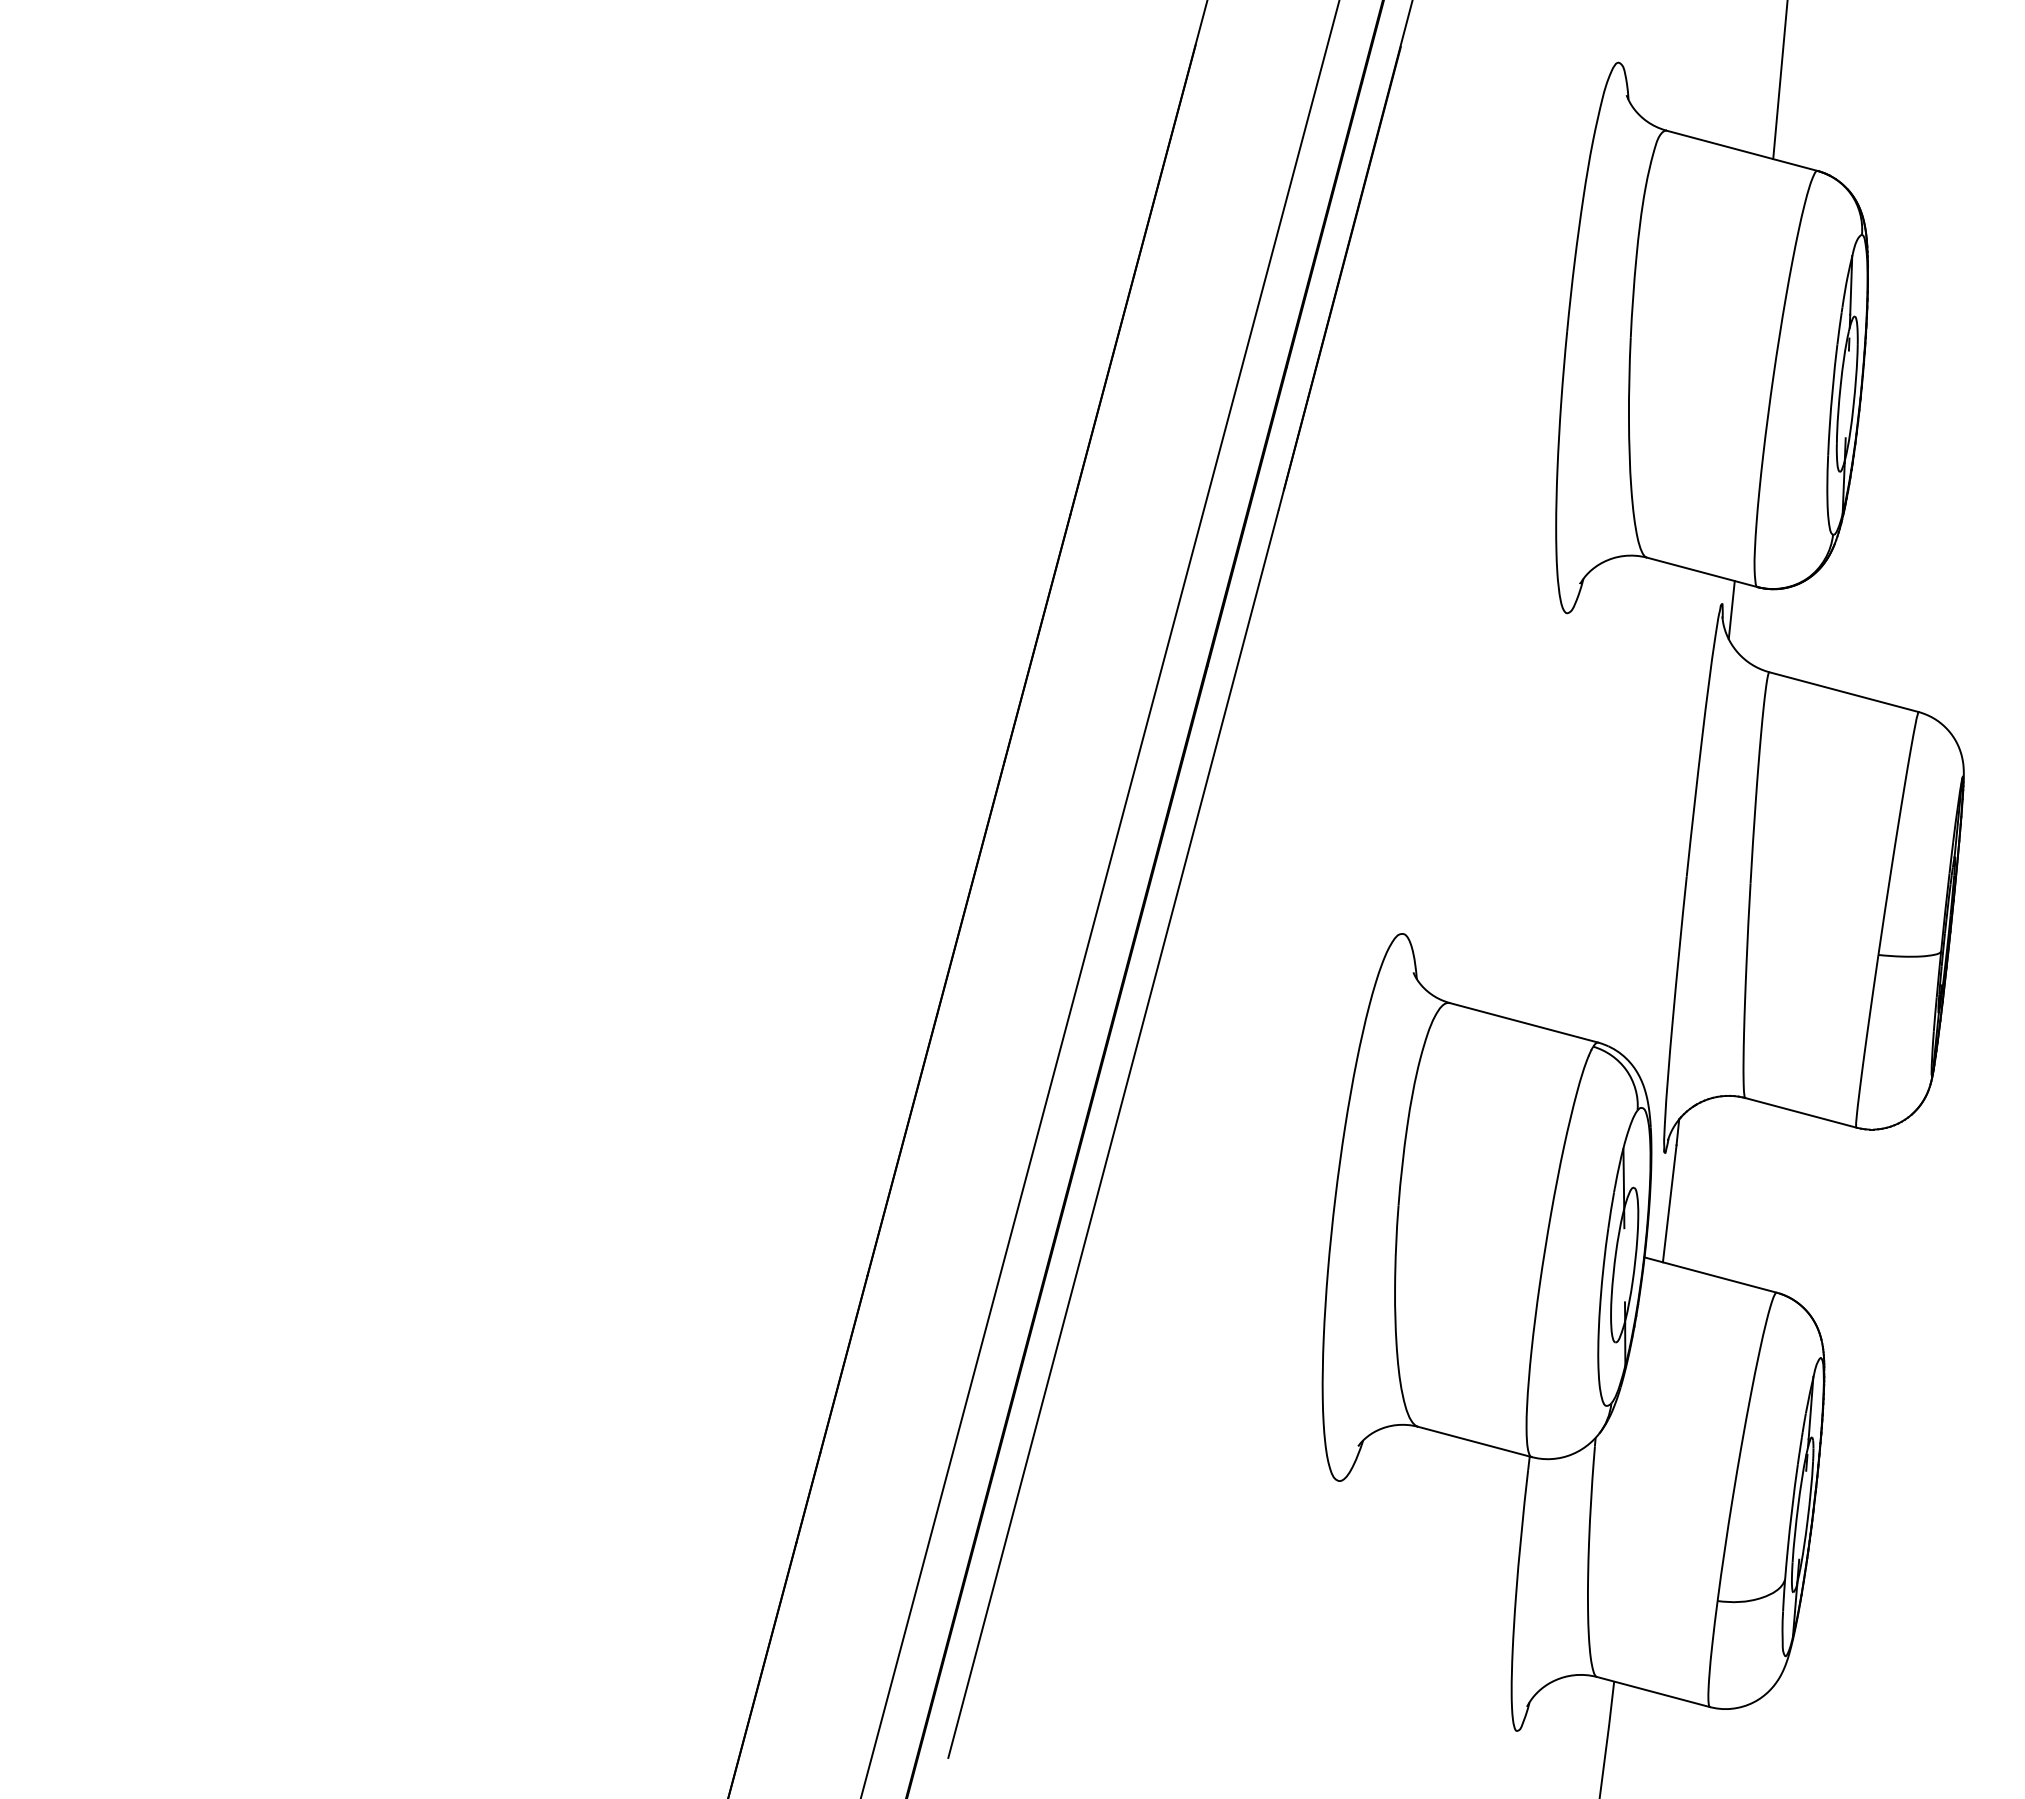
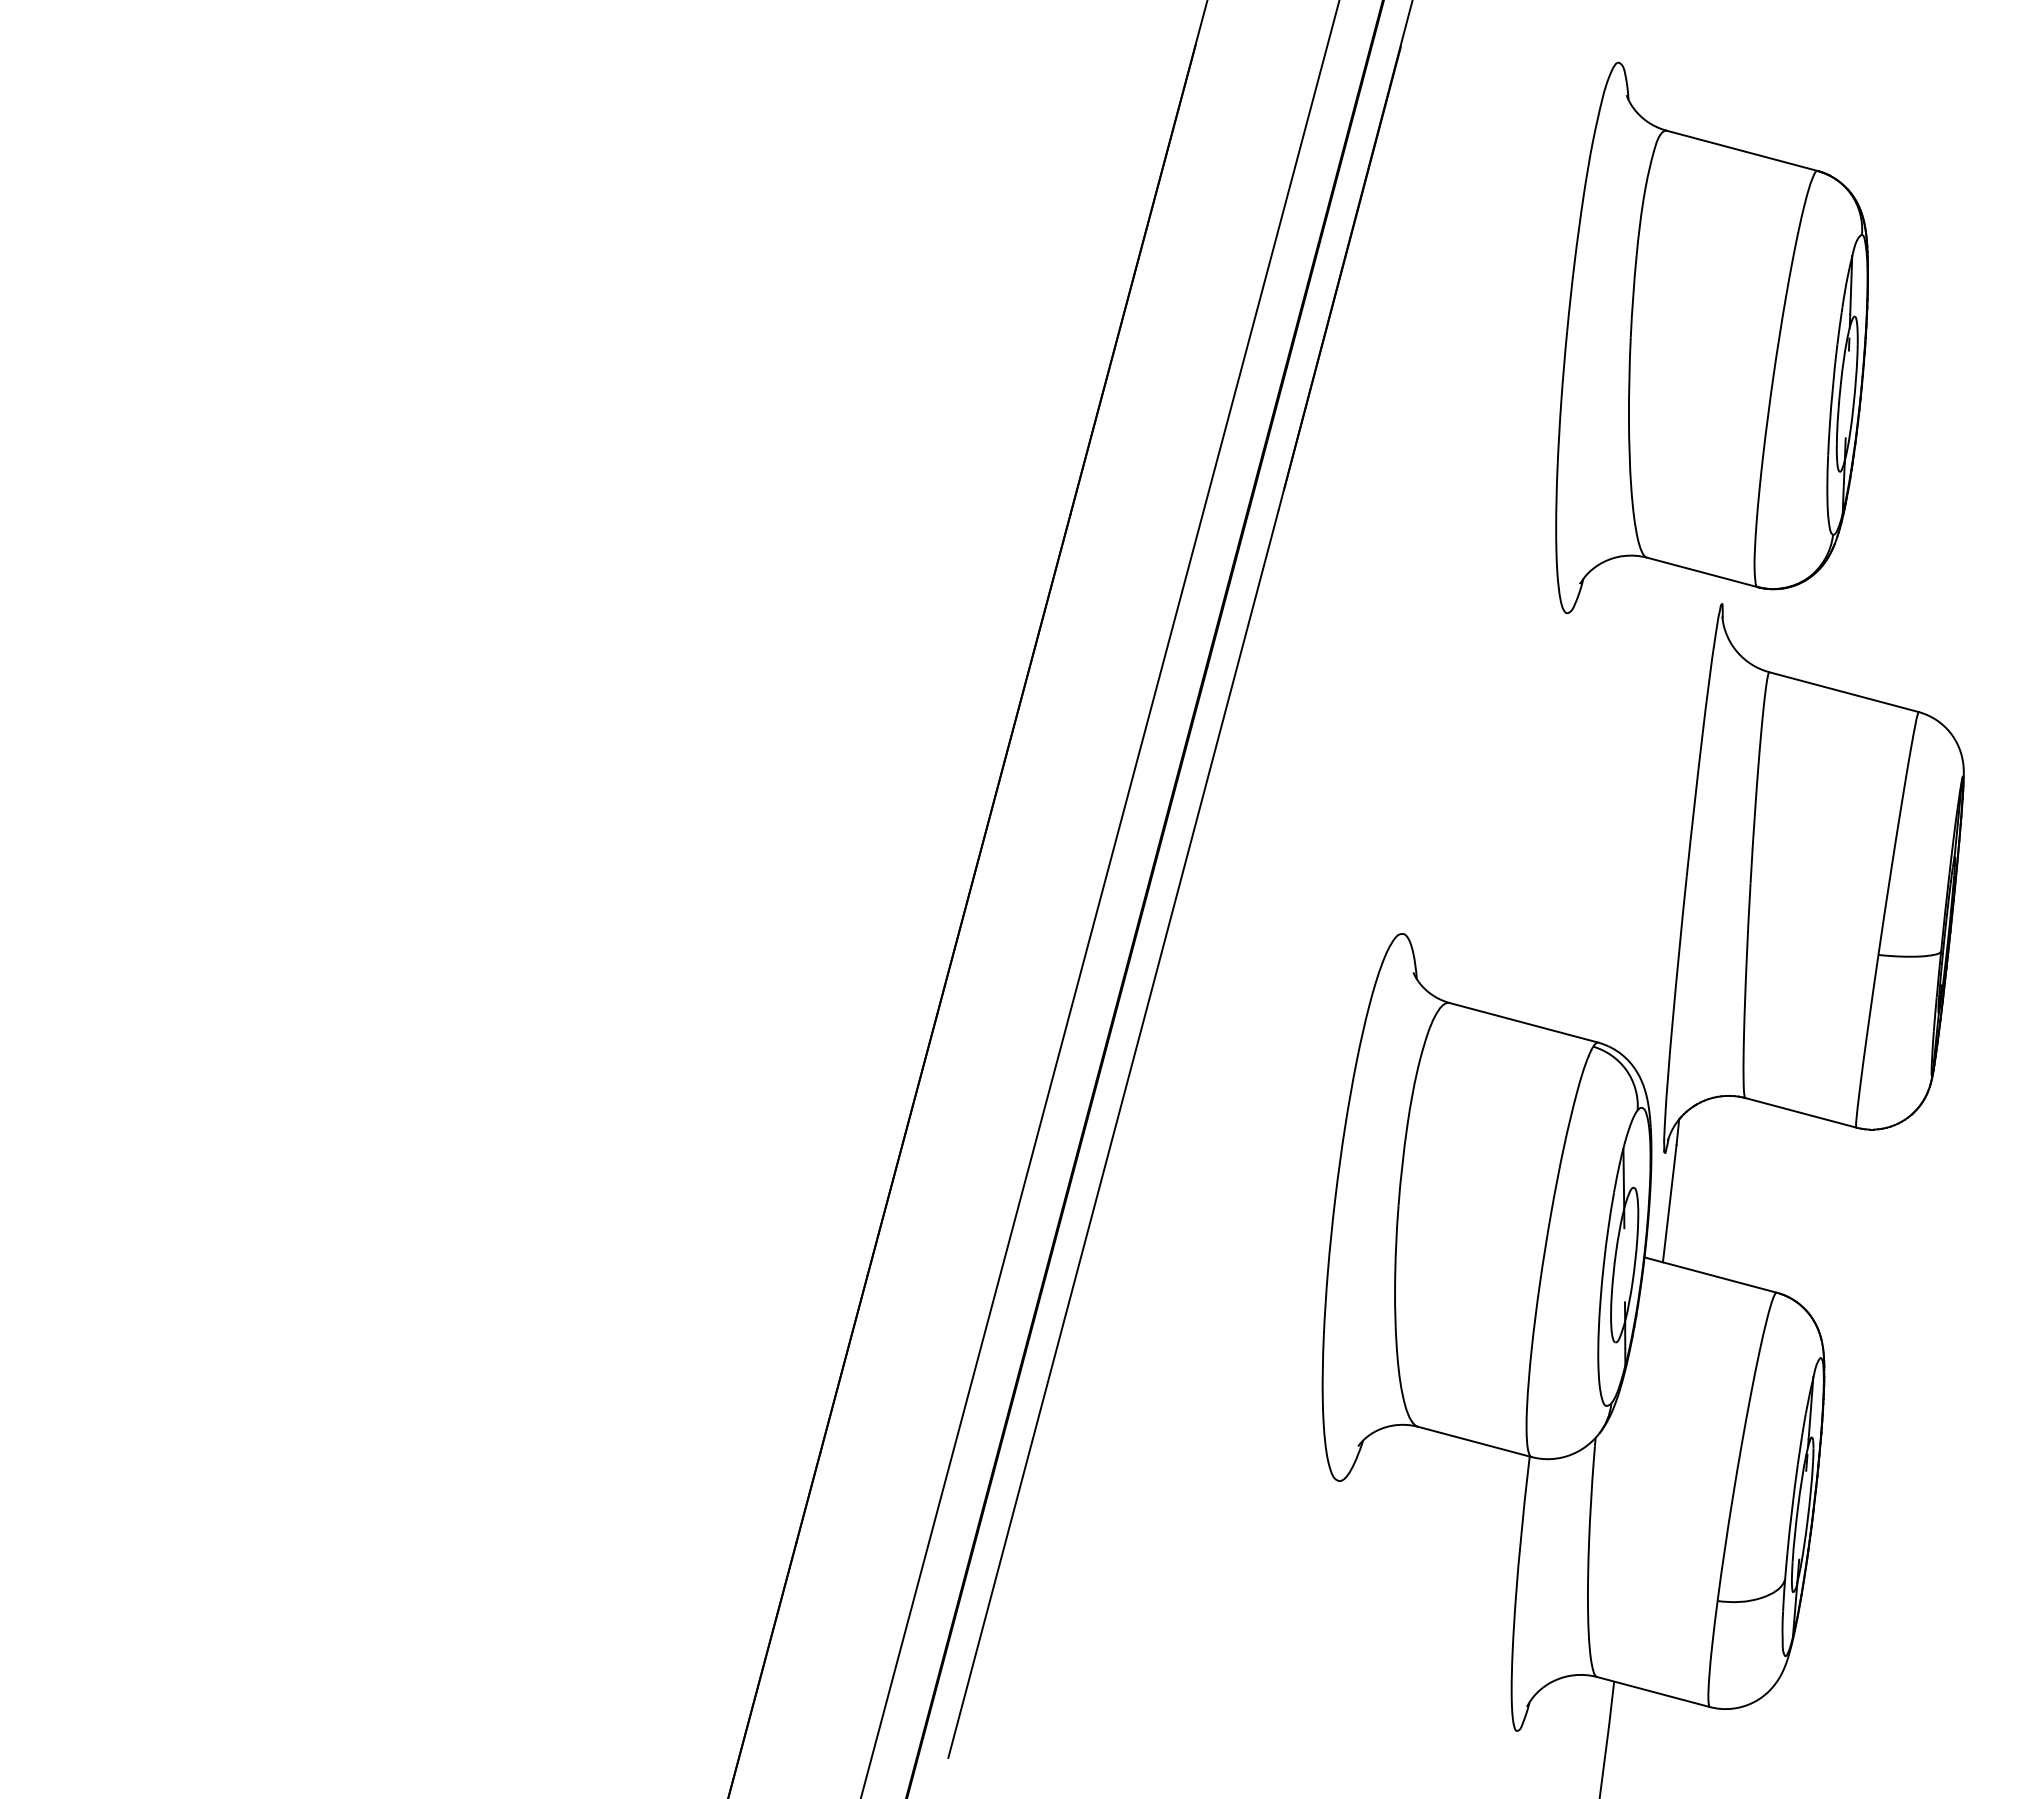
line at (1780, 80): present -> none
line at (1731, 610): present -> none
